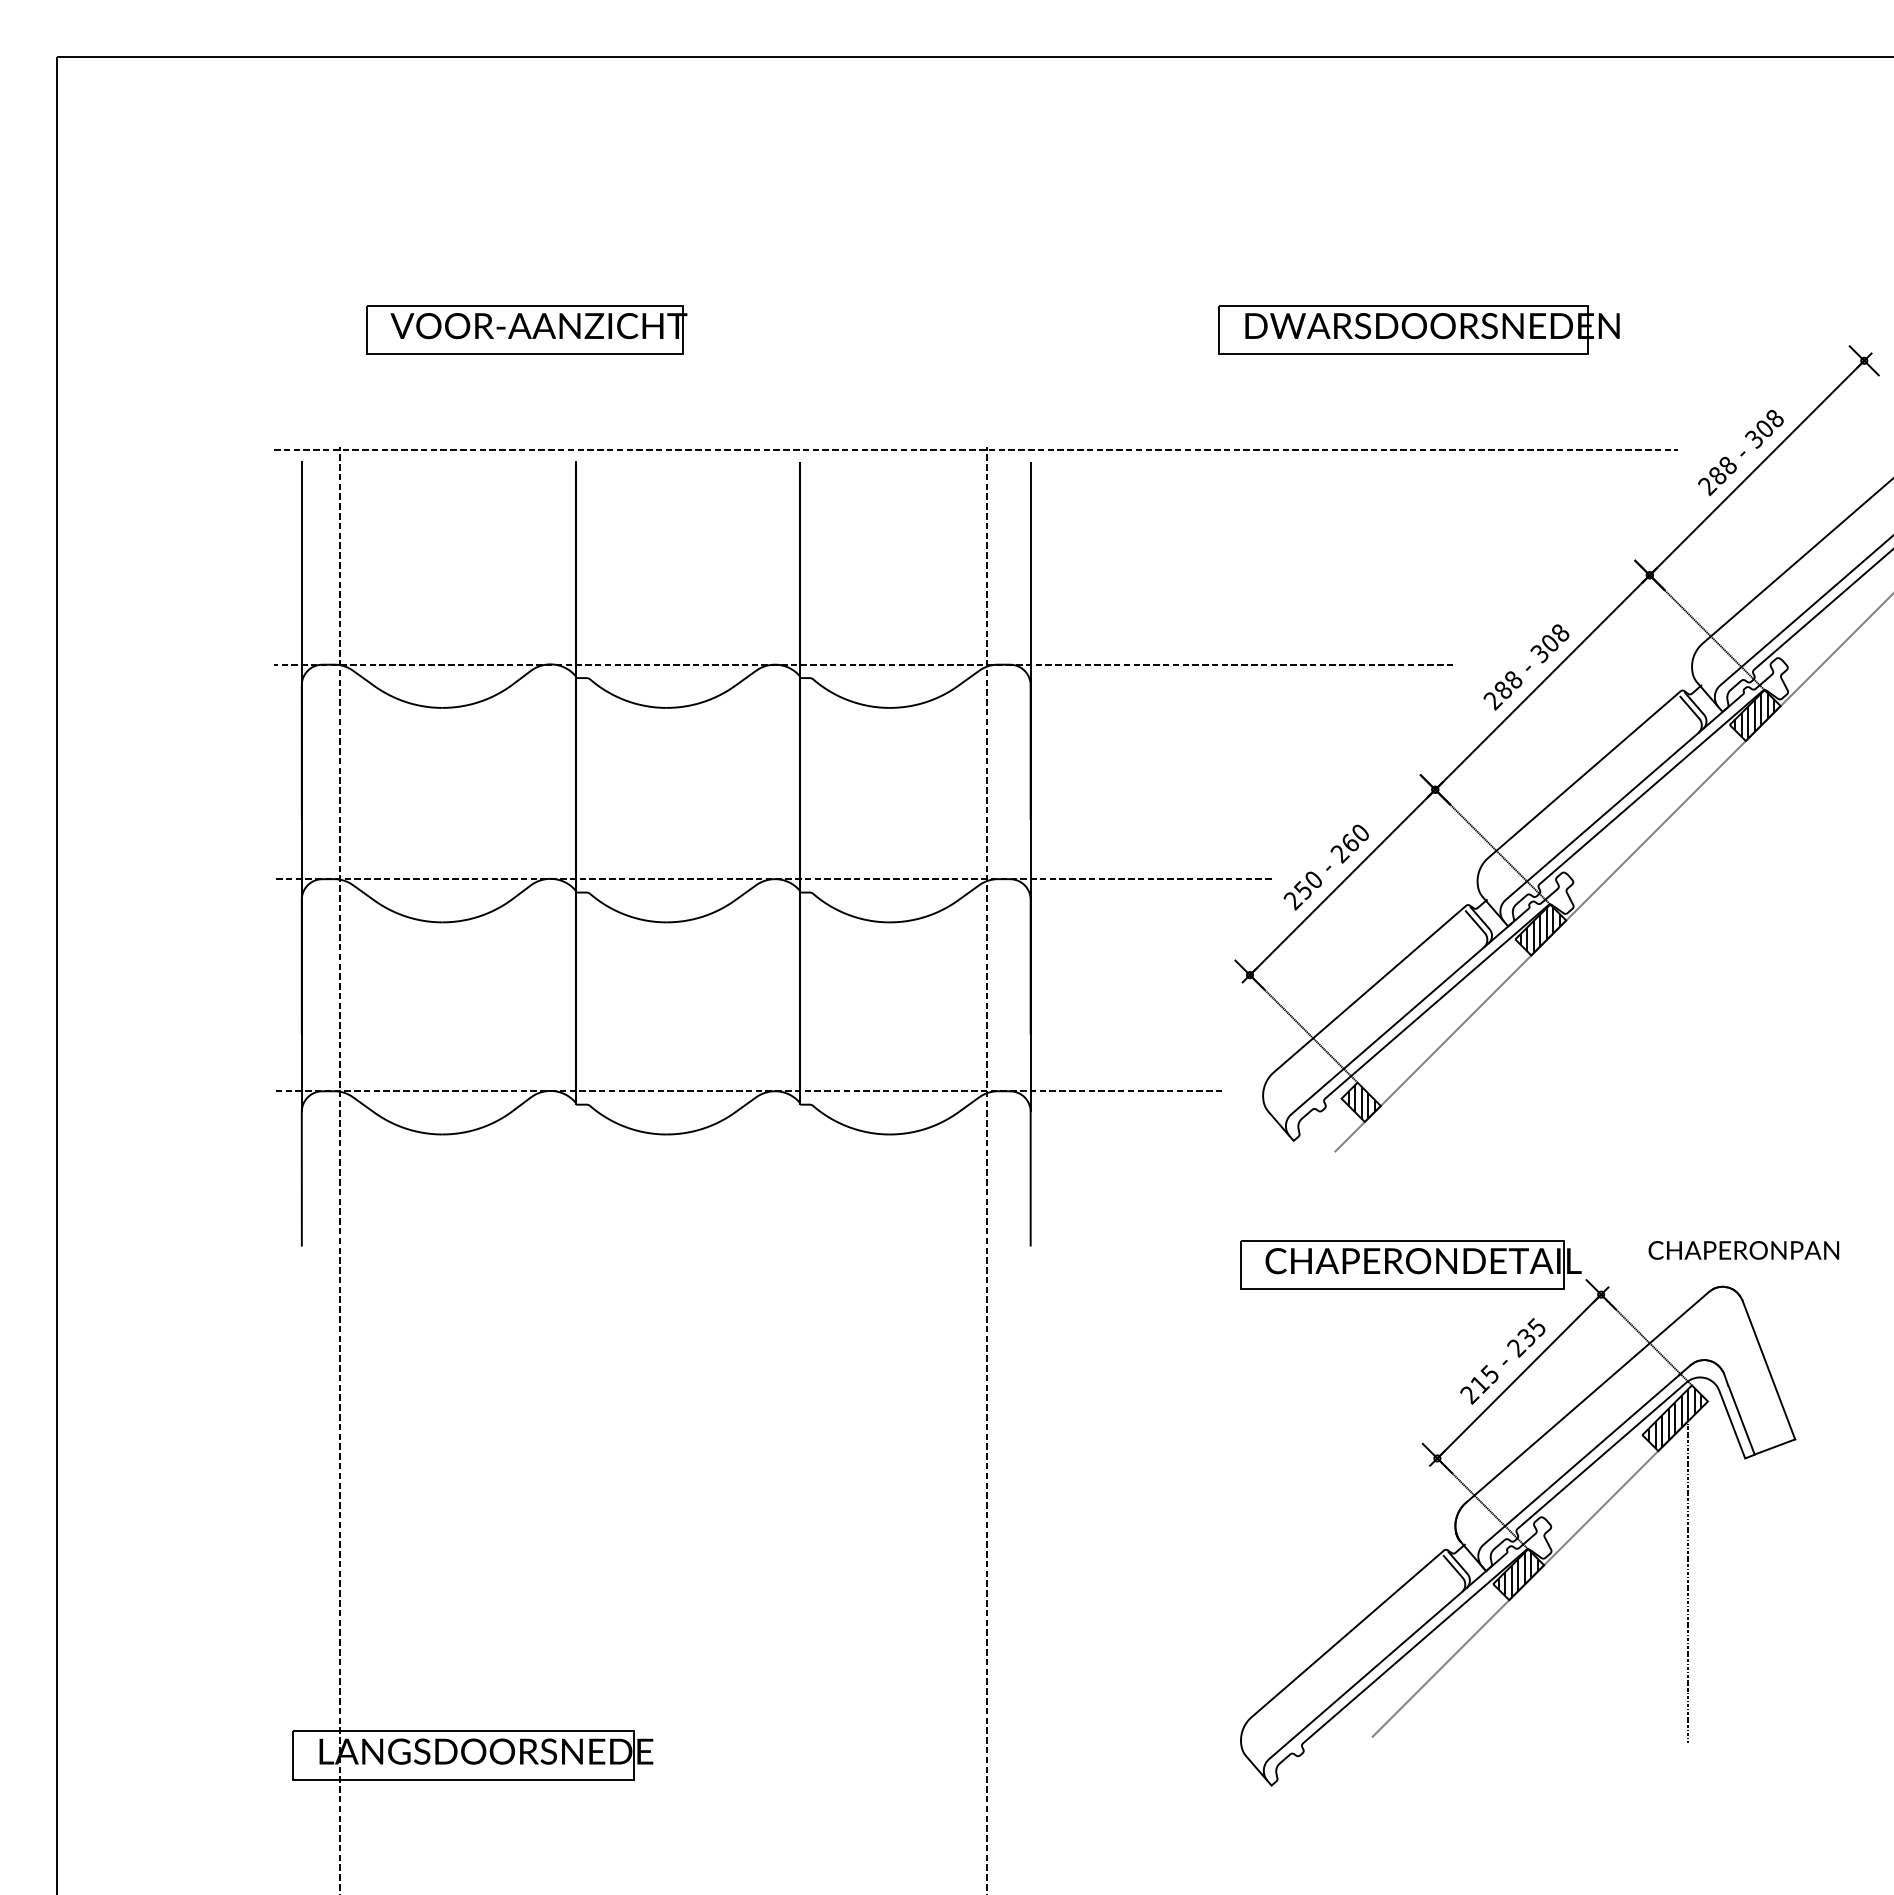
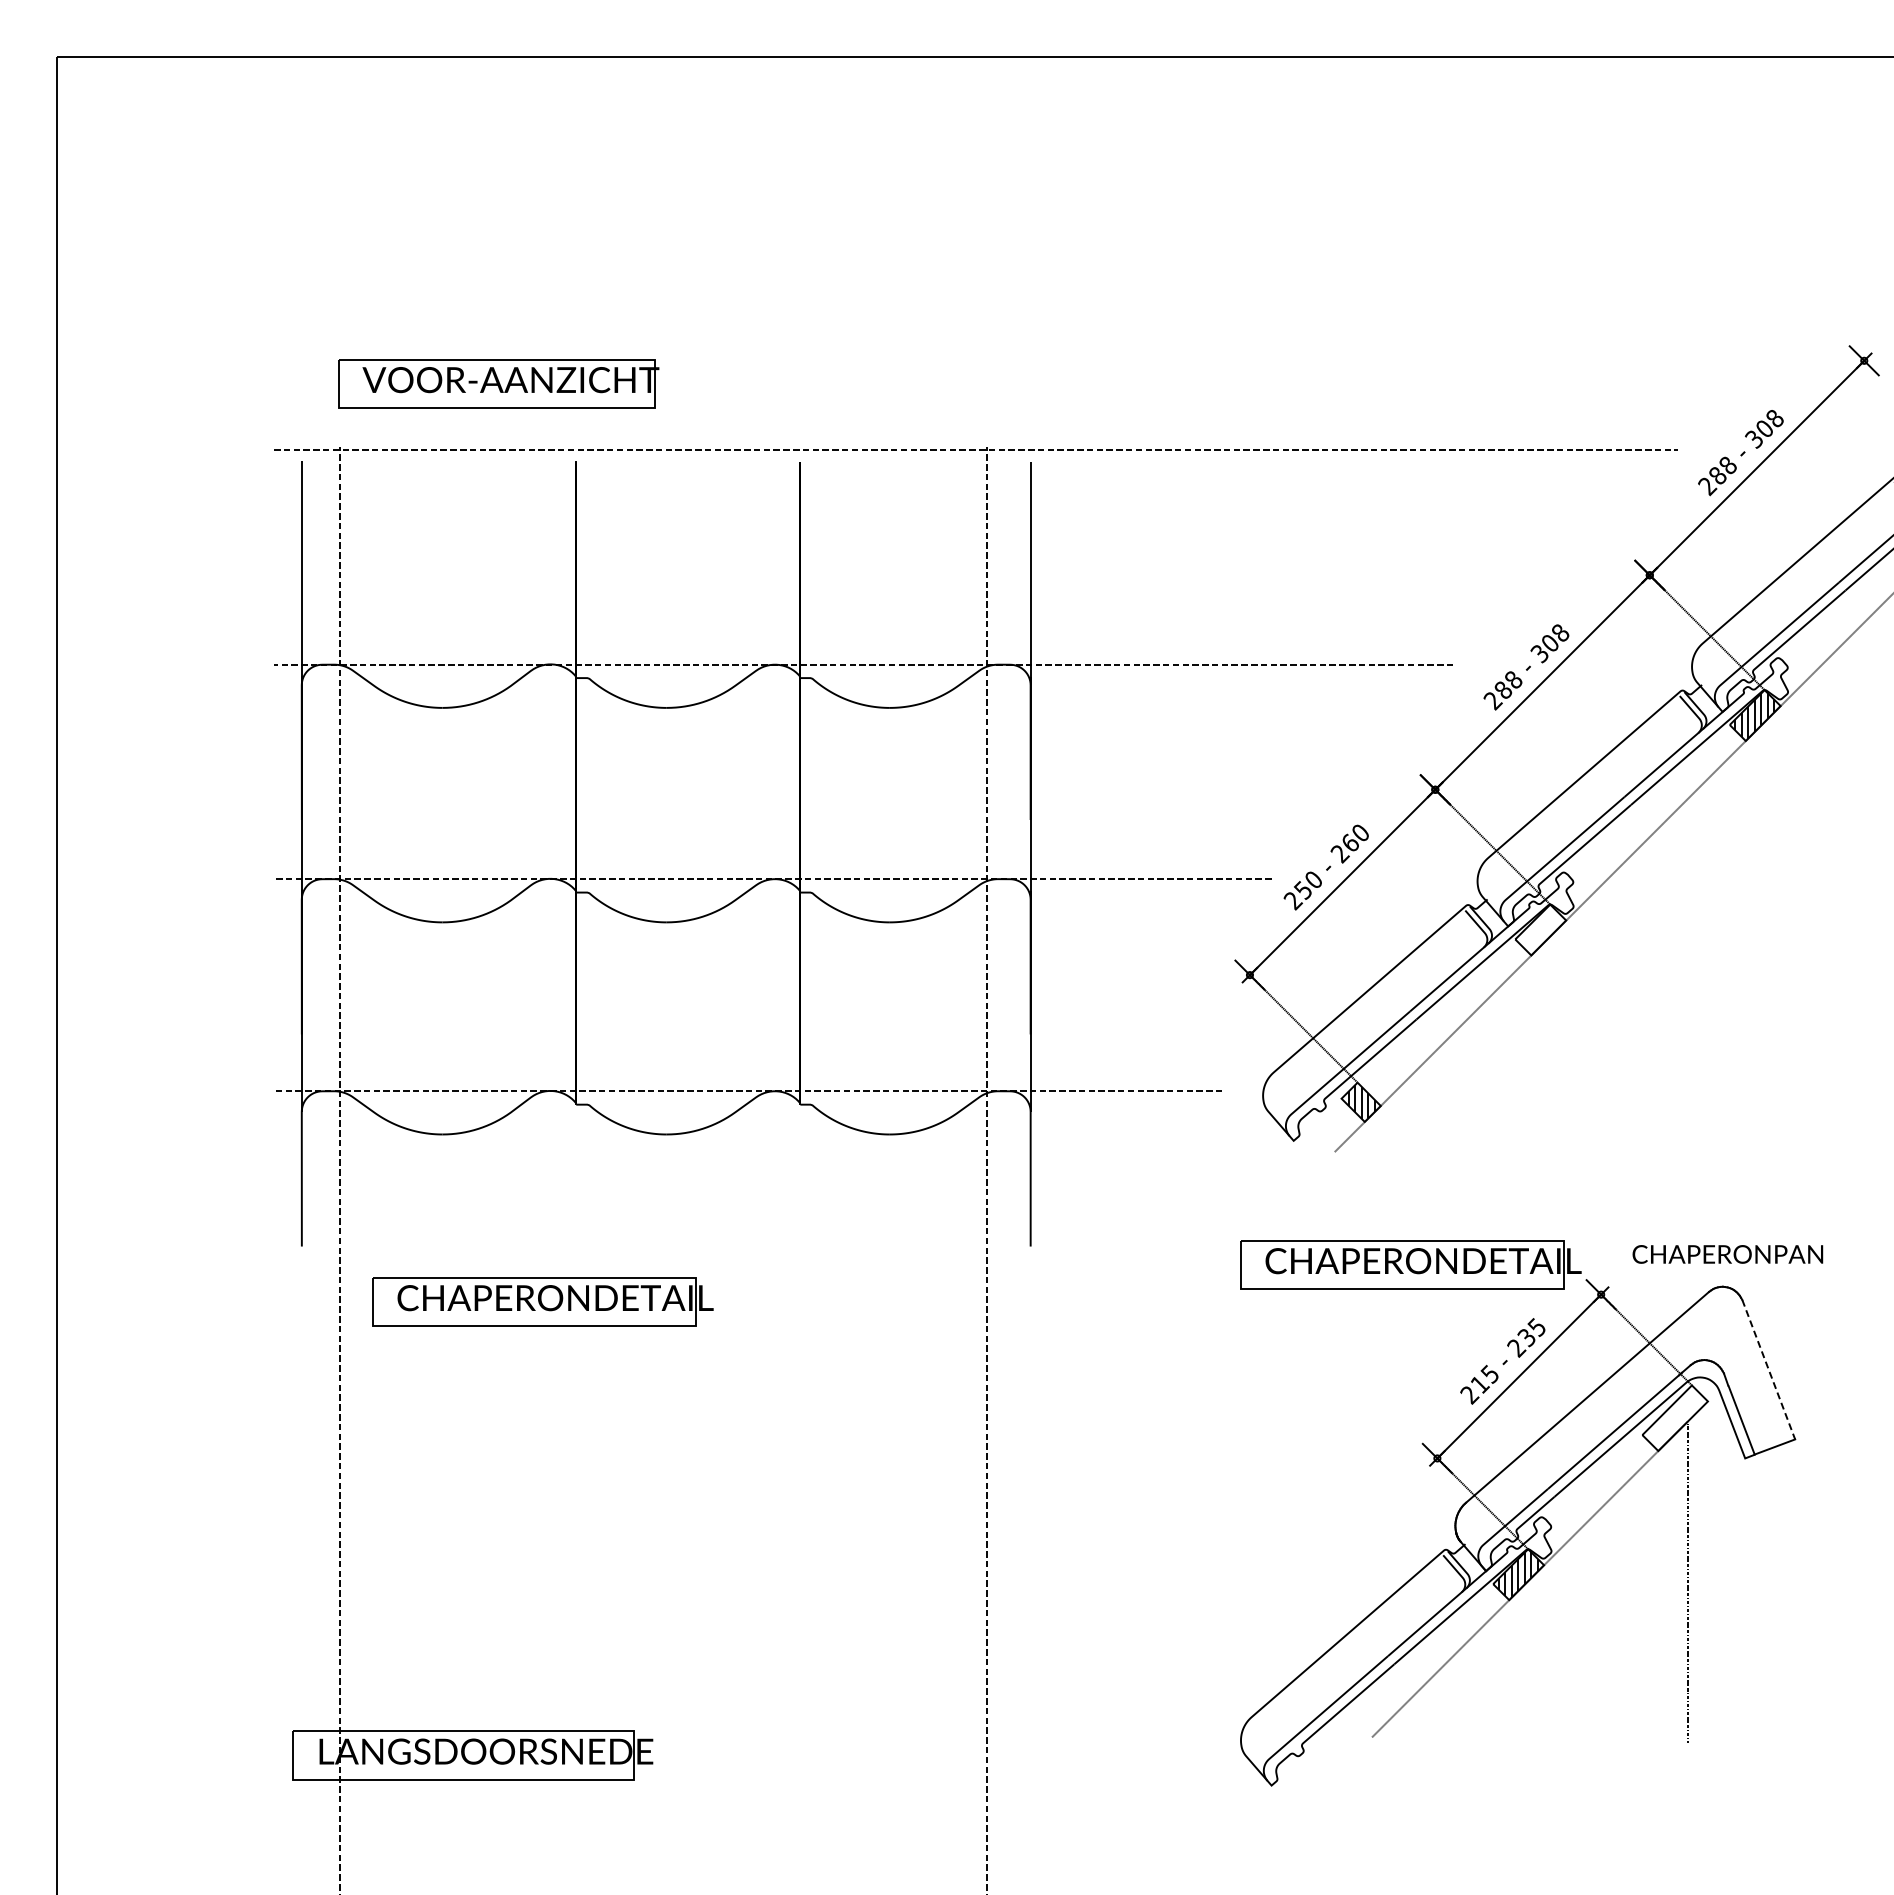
part at (526, 329) position: (526, 329) -> (498, 383)
part at (1418, 329): present -> none
hatch at (1539, 930): present -> none
text at (1743, 1250) position: (1743, 1250) -> (1727, 1254)
part at (542, 1301): none -> present
line at (1768, 1369): solid -> dashed
hatch at (1674, 1418): present -> none
